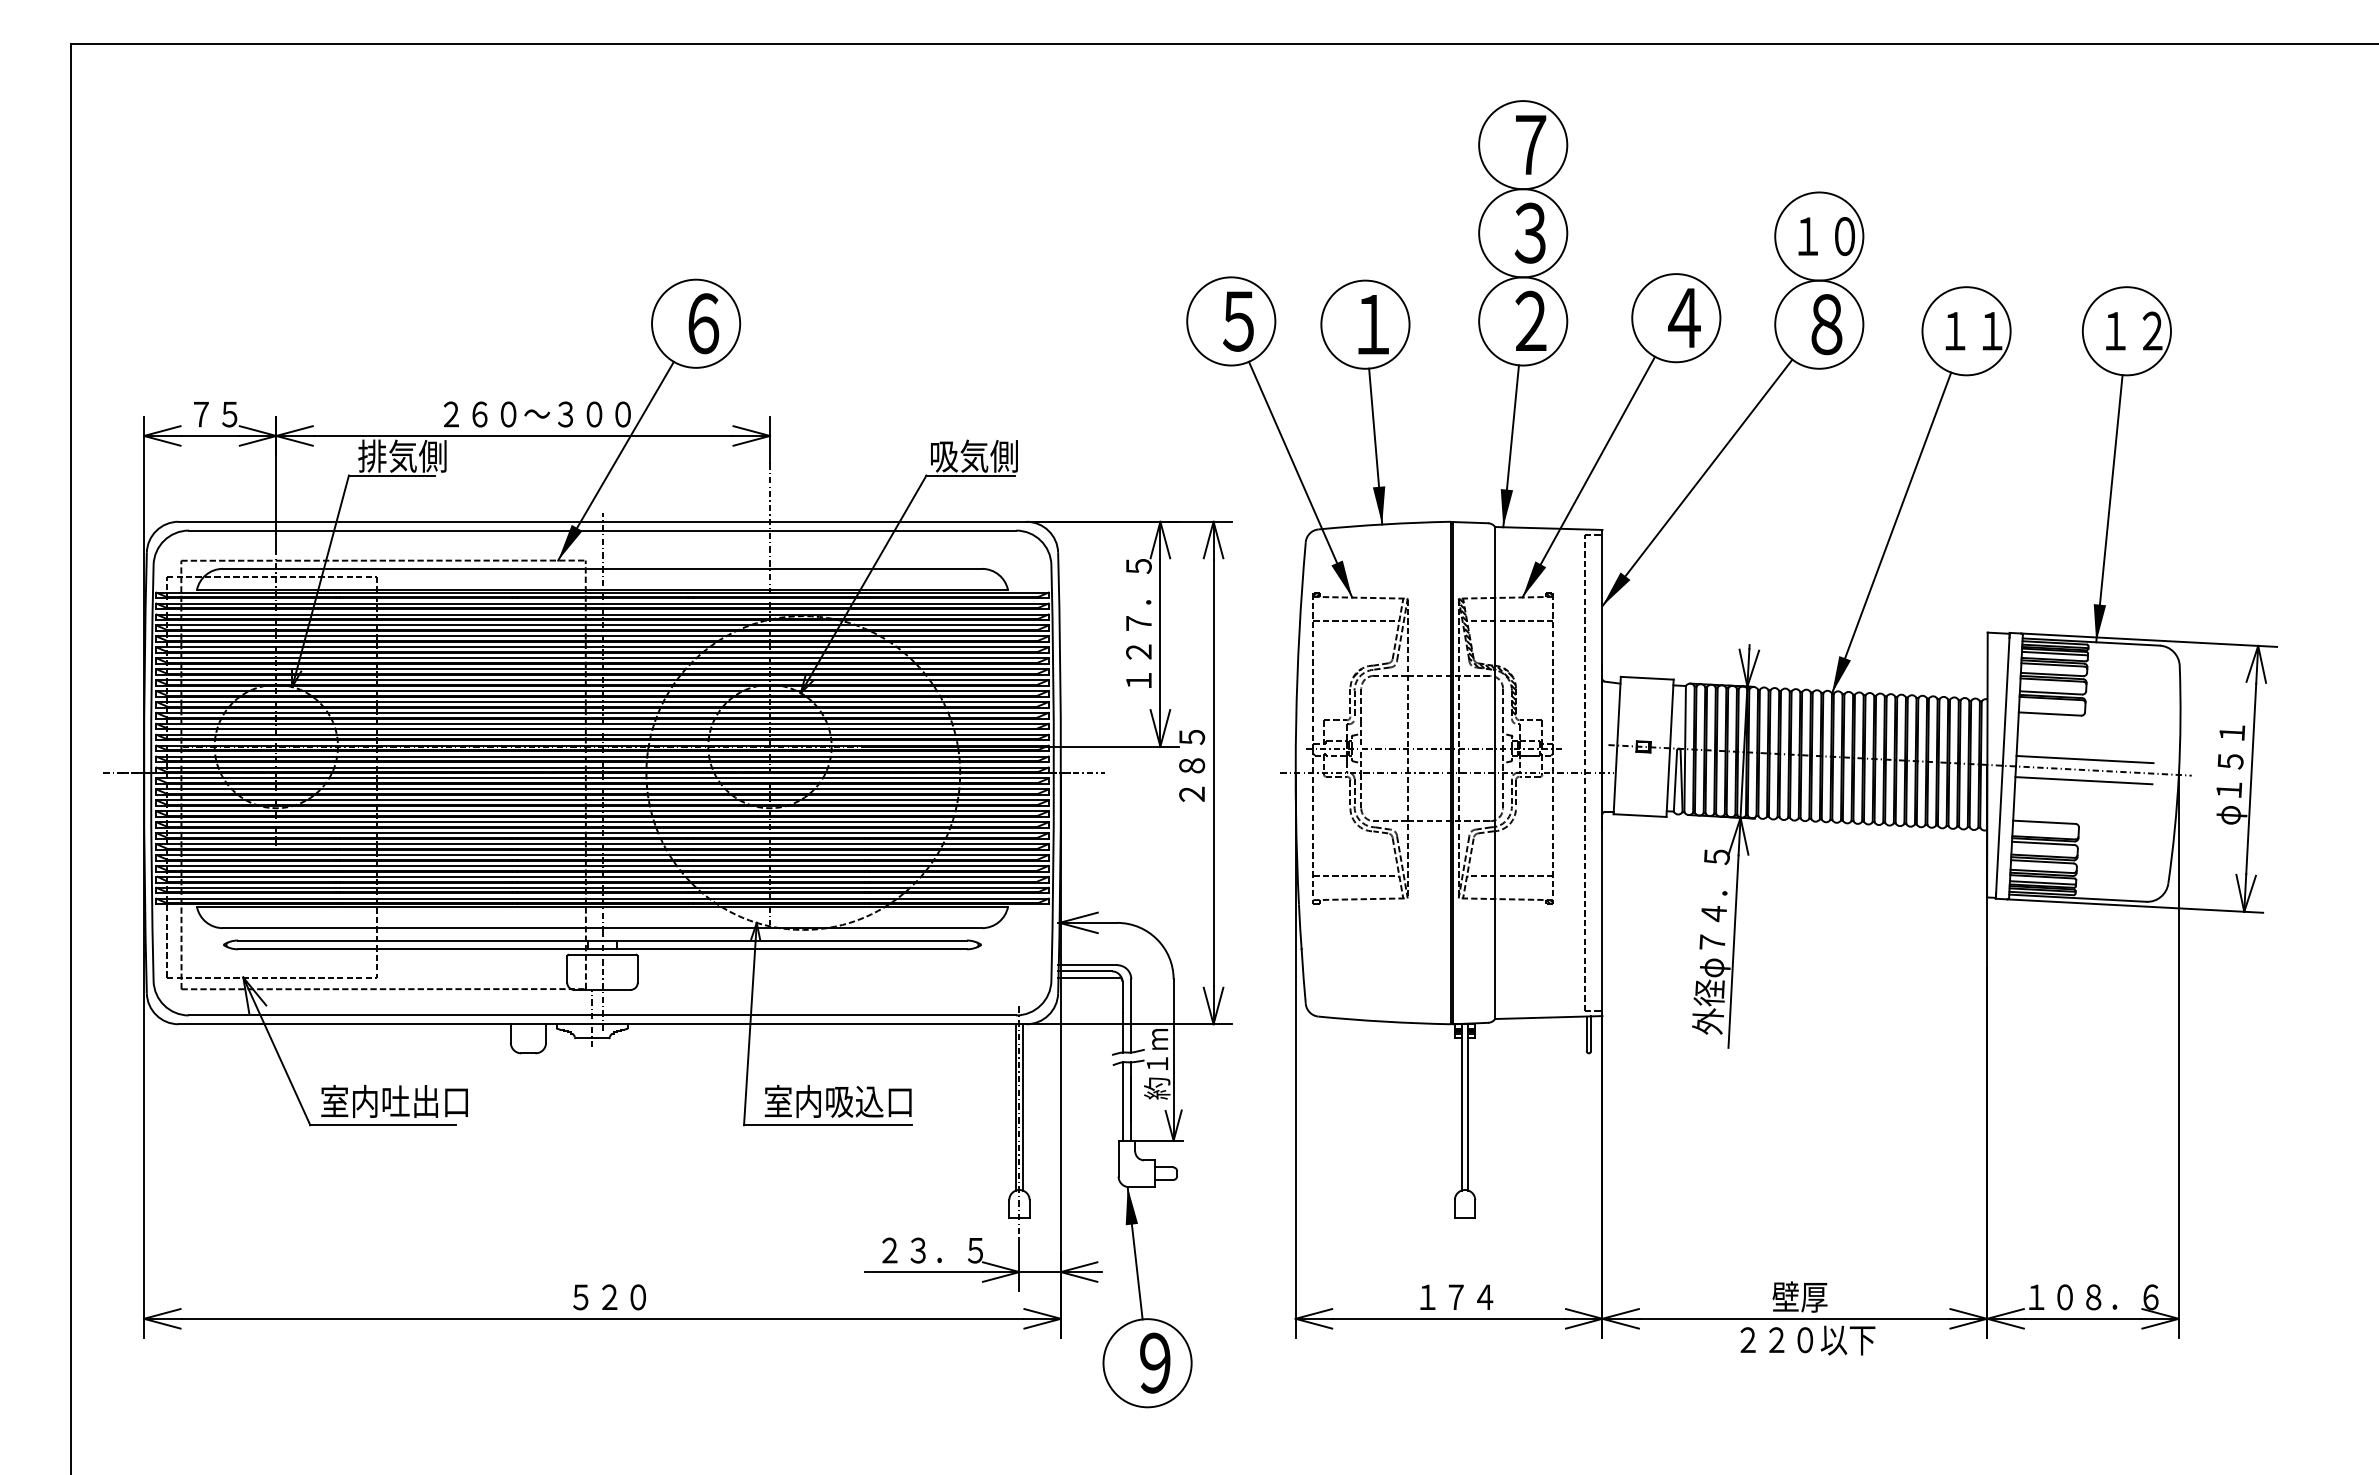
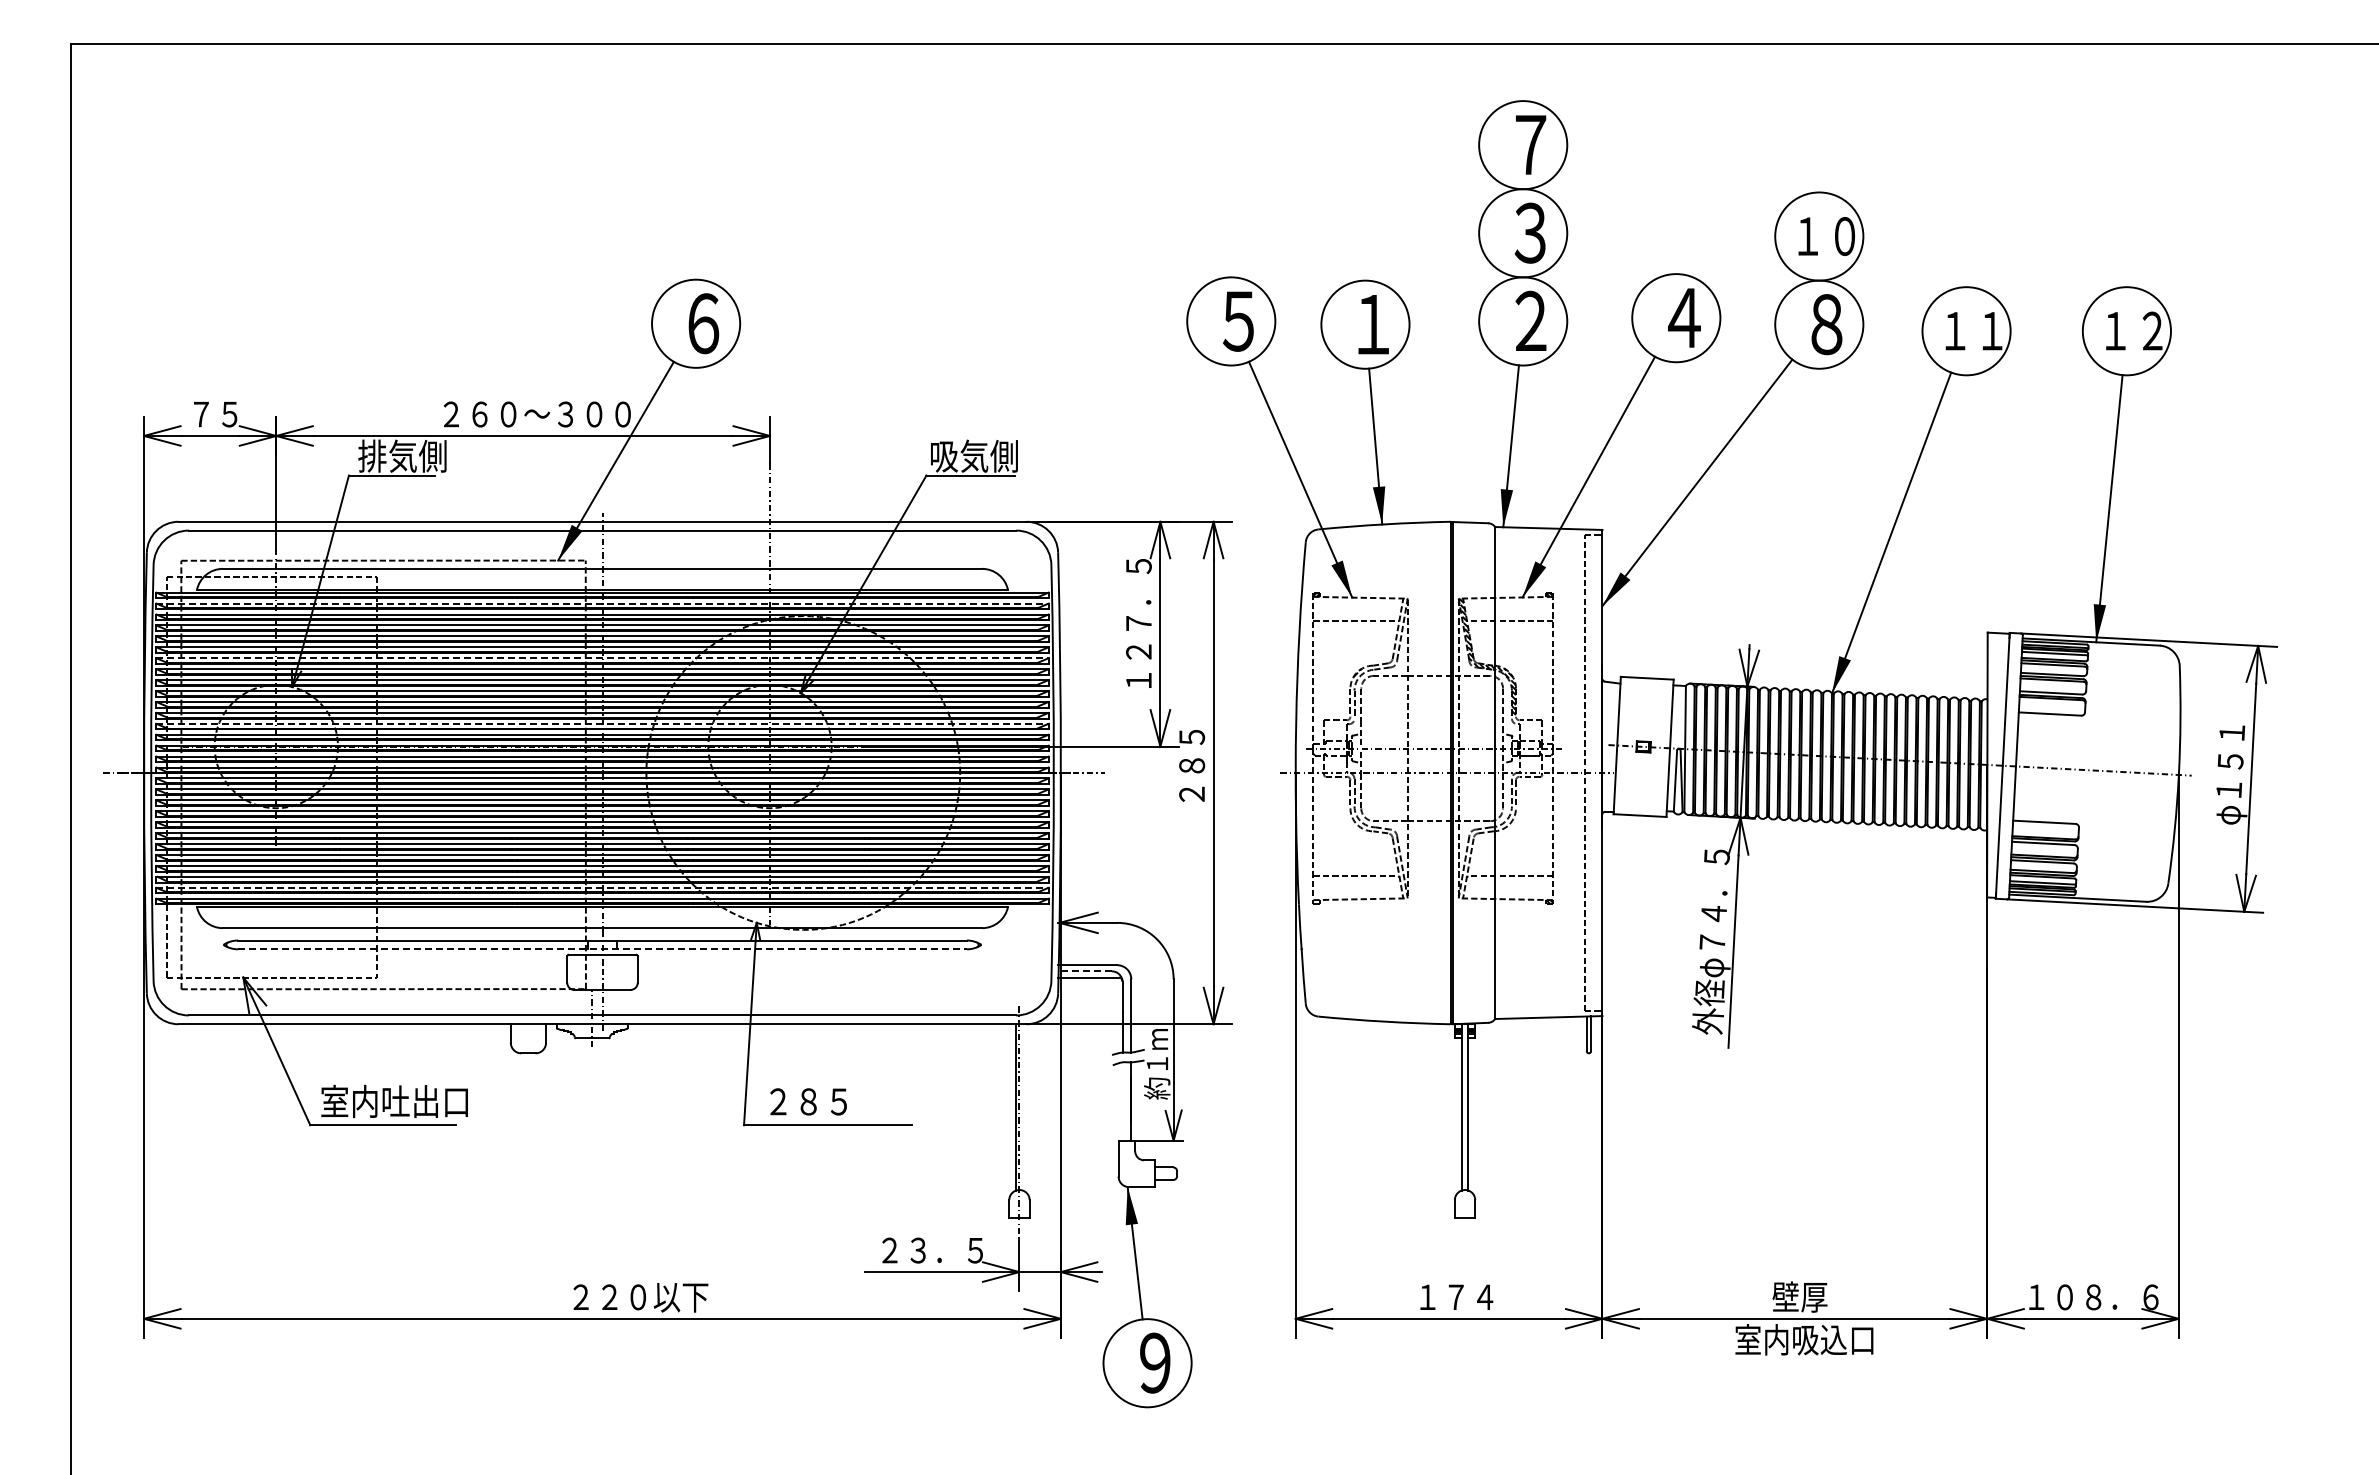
line at (603, 603): solid -> dashed
line at (603, 658): solid -> dashed
line at (603, 723): solid -> dashed
line at (2084, 759): present -> none
line at (2083, 780): present -> none
line at (603, 887): solid -> dashed
line at (603, 949): solid -> dashed
line at (1085, 971): solid -> dashed
text at (837, 1101): 室内吸込口 -> ２８５
line at (1122, 1101): present -> none
line at (1022, 1107): present -> none
text at (640, 1297): ５２０ -> ２２０以下
text at (1805, 1339): ２２０以下 -> 室内吸込口
